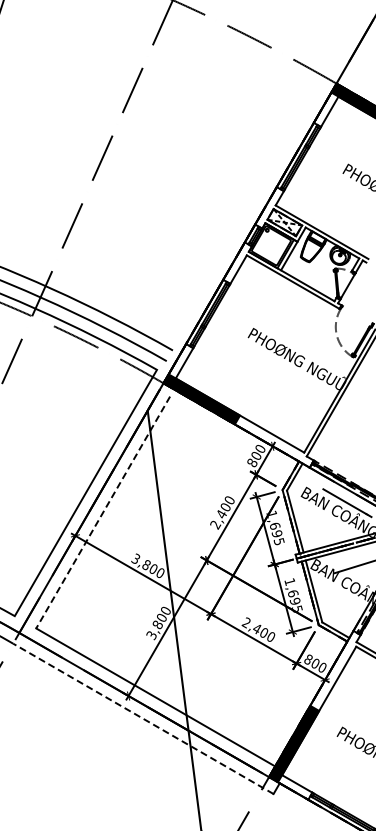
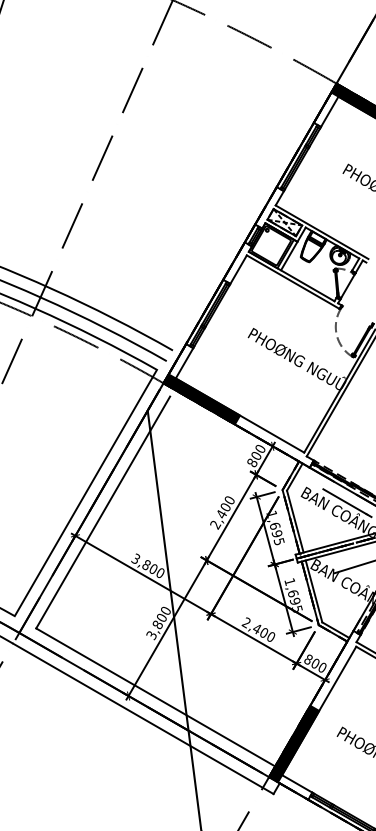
line at (103, 512): dashed -> solid
line at (142, 718): dashed -> solid
